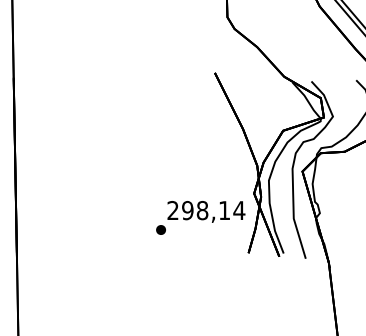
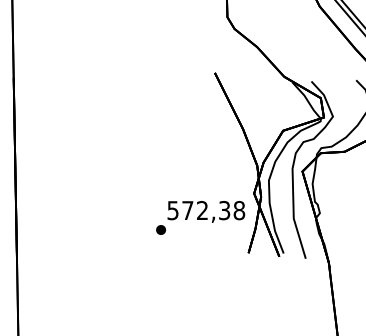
text at (206, 210): 298,14 -> 572,38
